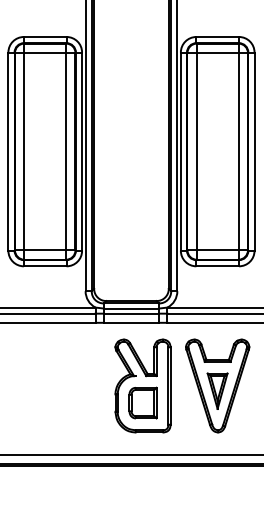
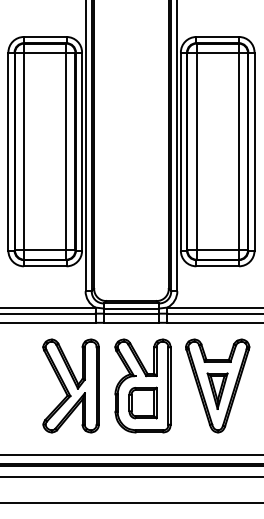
part at (70, 385): none -> present
line at (131, 477): none -> present
line at (131, 503): none -> present
